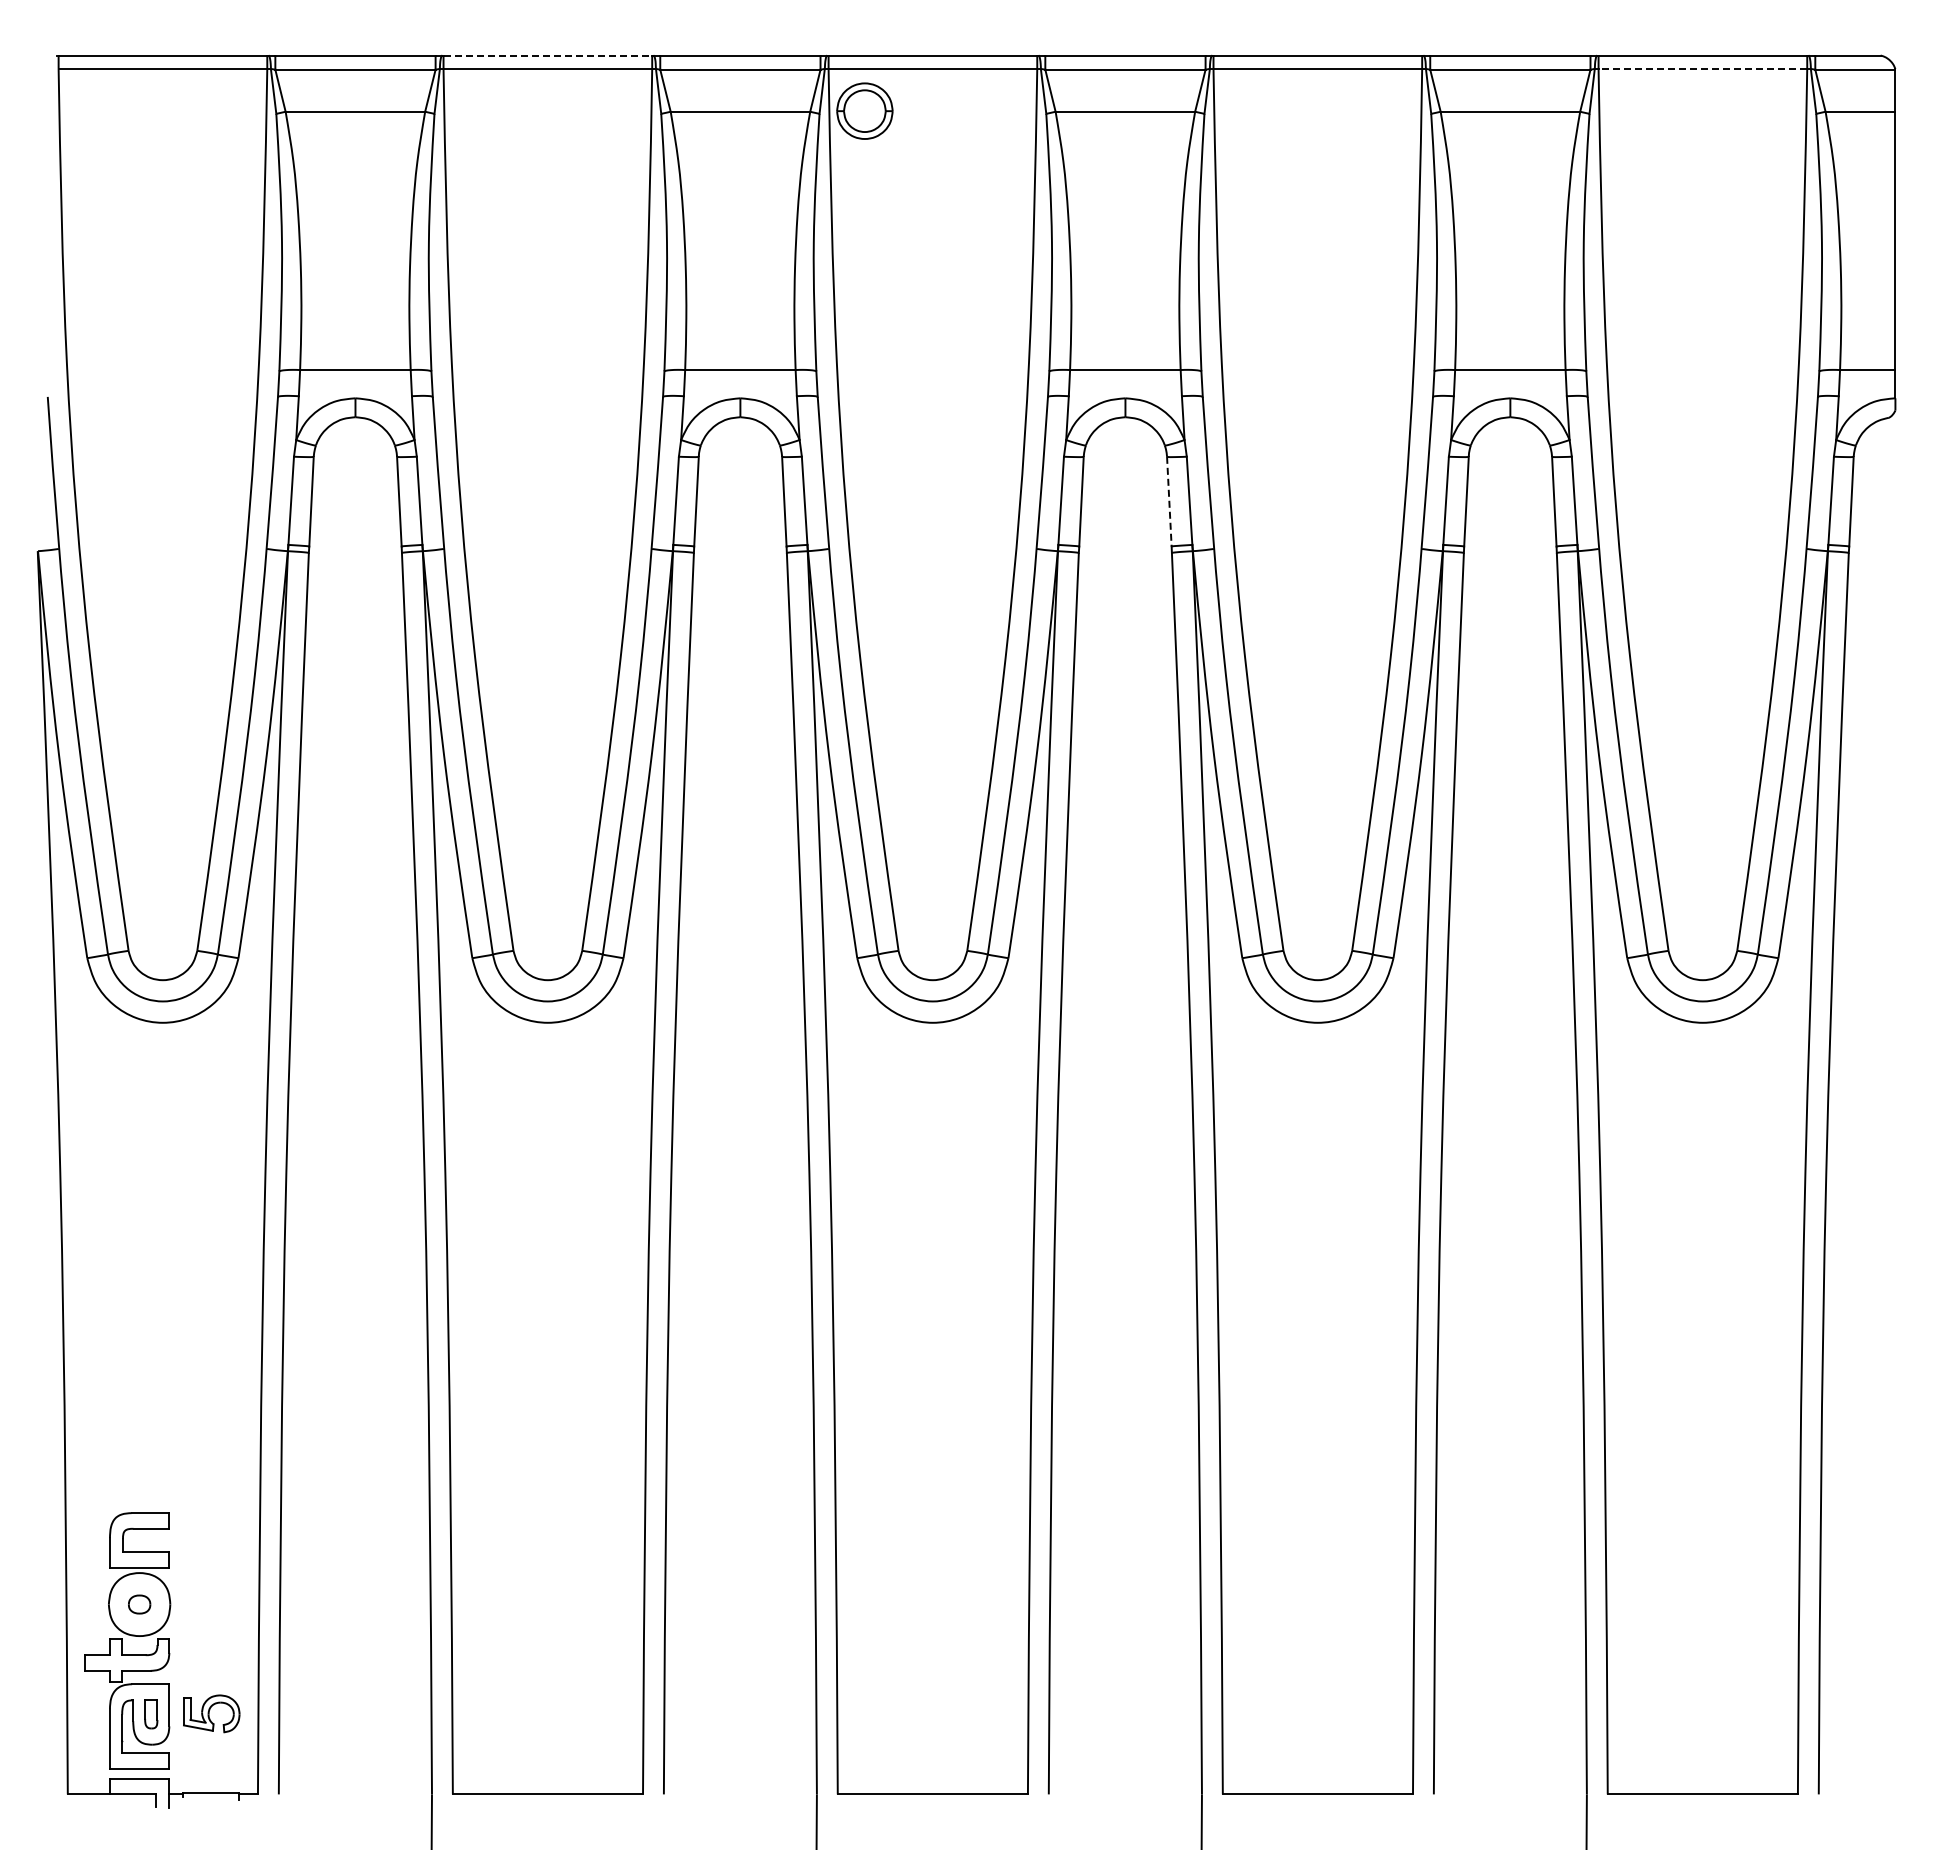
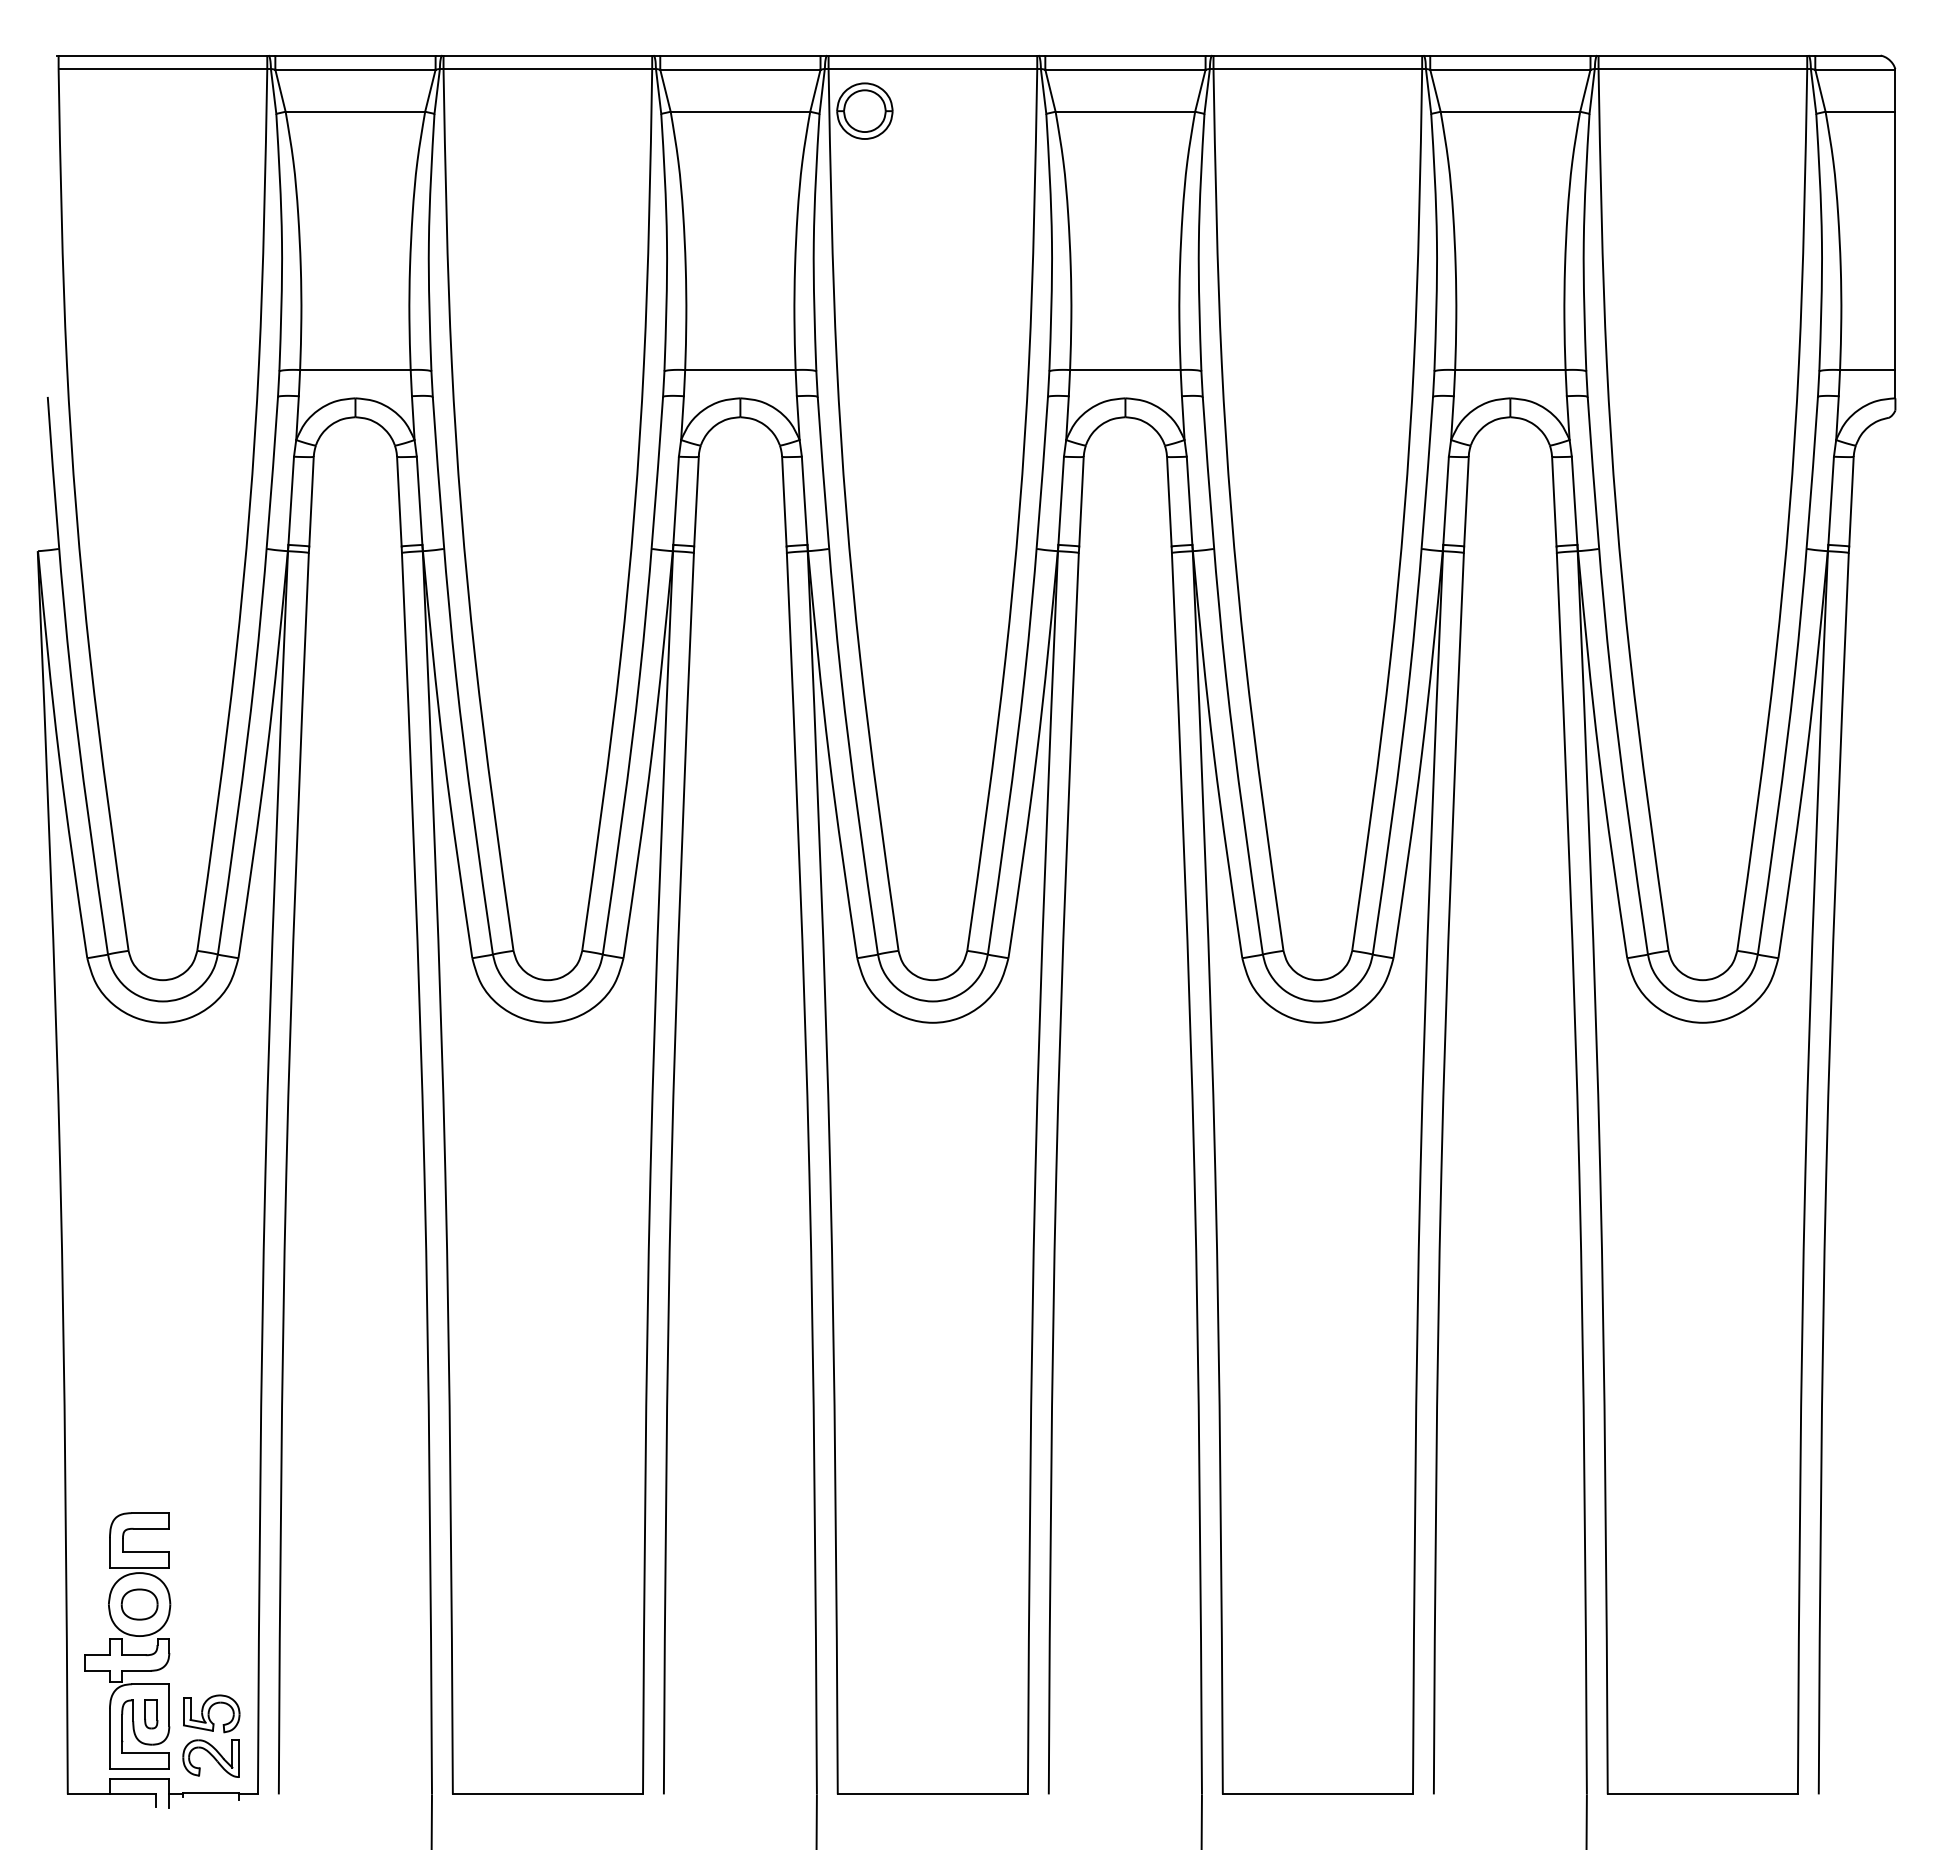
line at (548, 55): dashed -> solid
line at (1702, 68): dashed -> solid
line at (1169, 501): dashed -> solid
part at (139, 1604) size: 24x21 px -> 39x33 px
part at (210, 1758): none -> present
